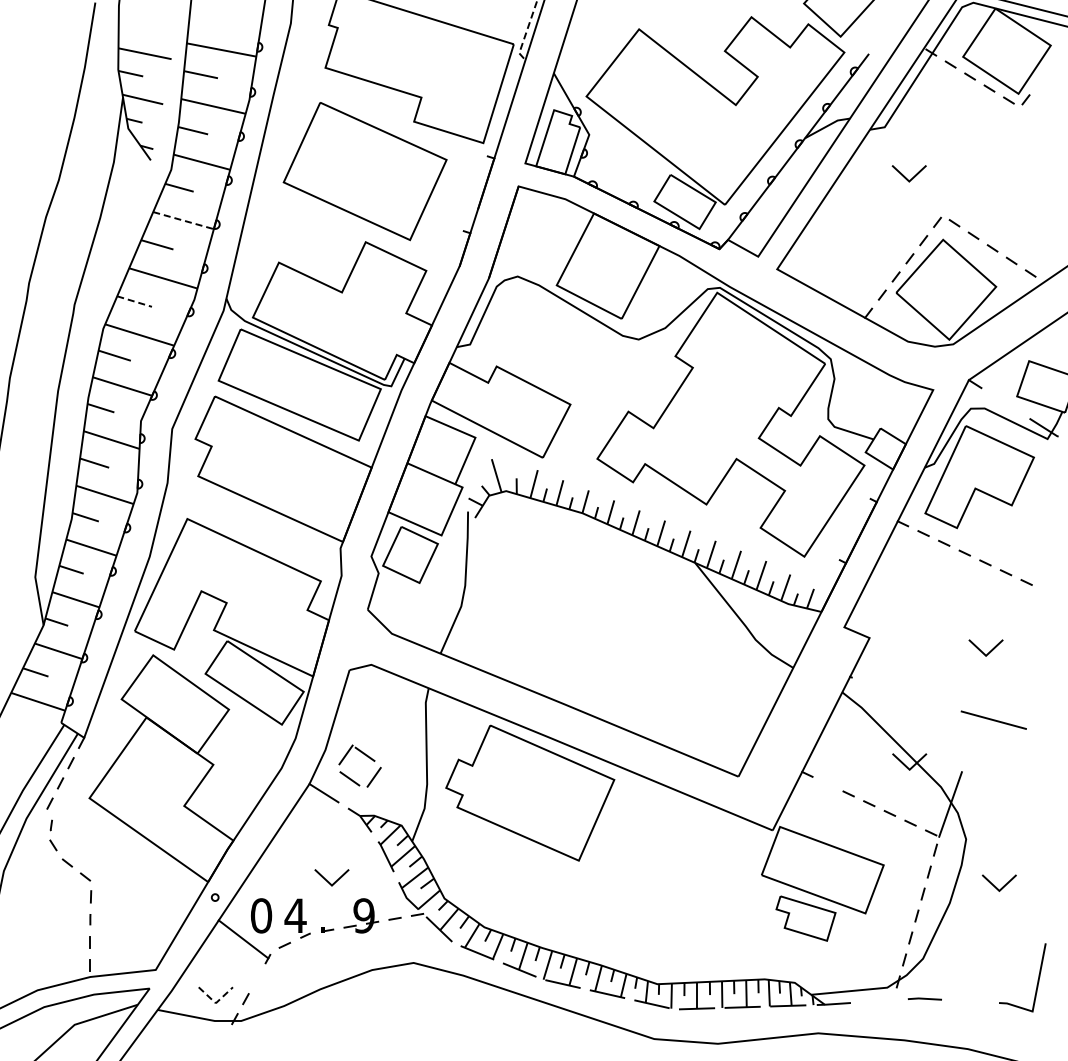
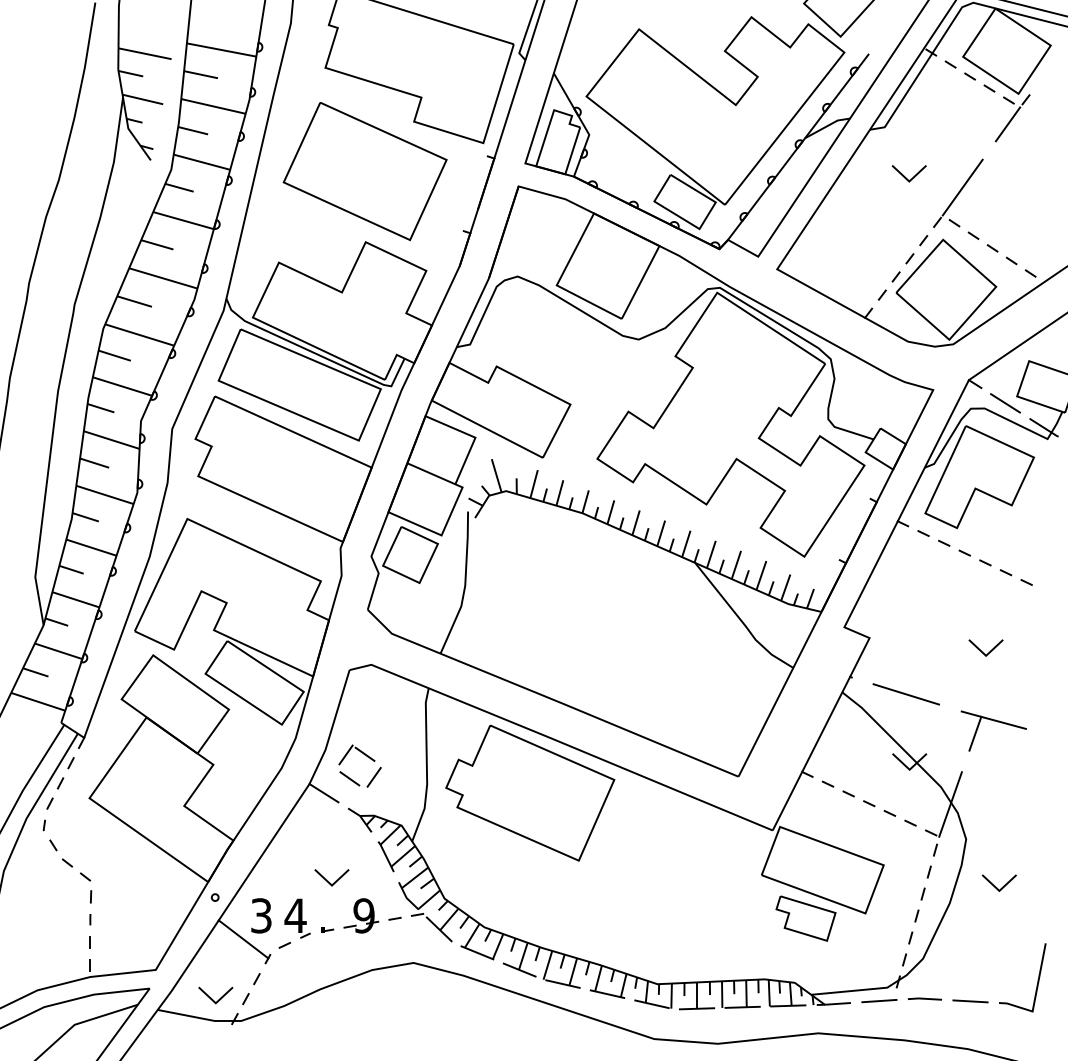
line at (526, 32): dashed -> solid
line at (1007, 124): none -> present
line at (962, 187): none -> present
line at (184, 220): dashed -> solid
line at (135, 301): dashed -> solid
line at (1005, 403): none -> present
line at (906, 694): none -> present
line at (975, 733): none -> present
line at (828, 783): none -> present
line at (50, 825) position: (50, 825) -> (43, 825)
text at (261, 915): 0 -> 3
line at (256, 979): none -> present
line at (879, 1001): none -> present
line at (970, 1001): none -> present
line at (215, 1003): dashed -> solid
